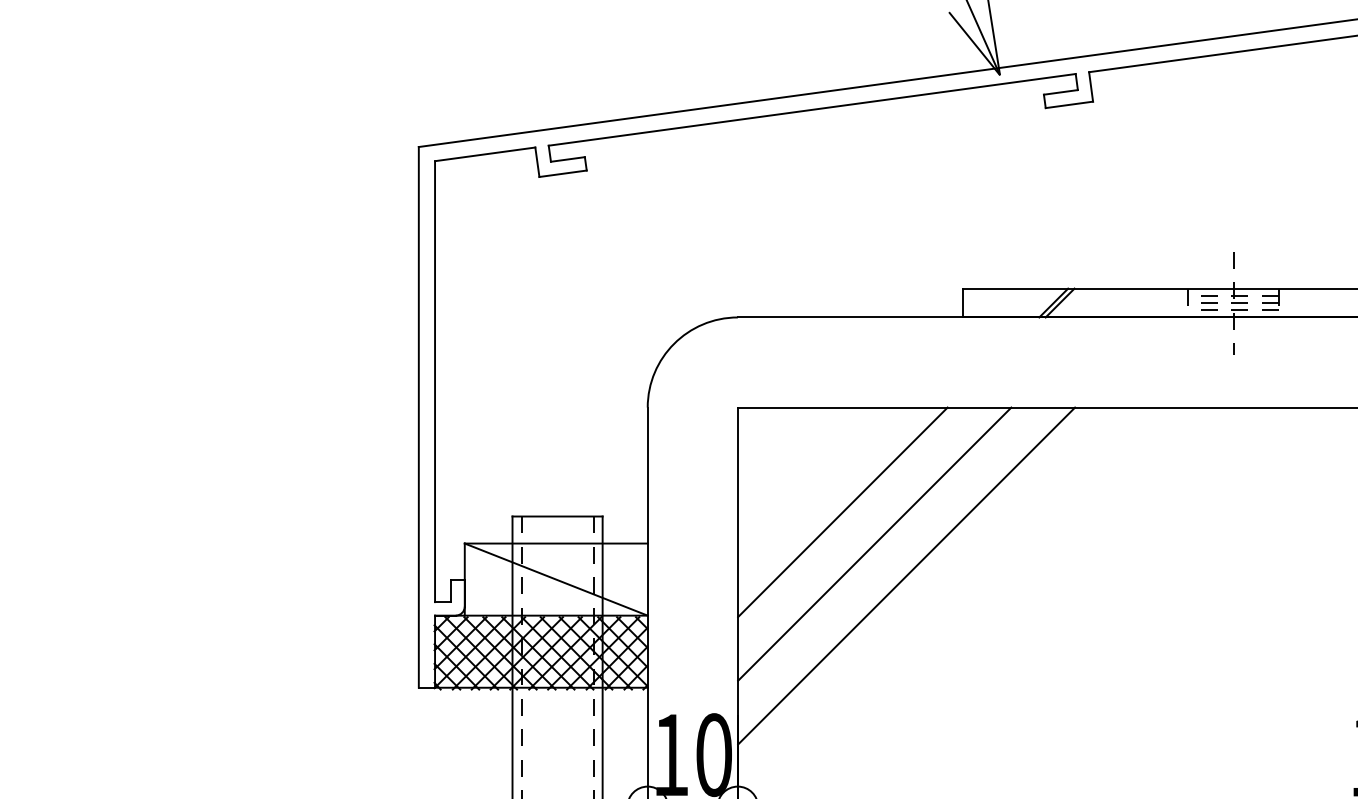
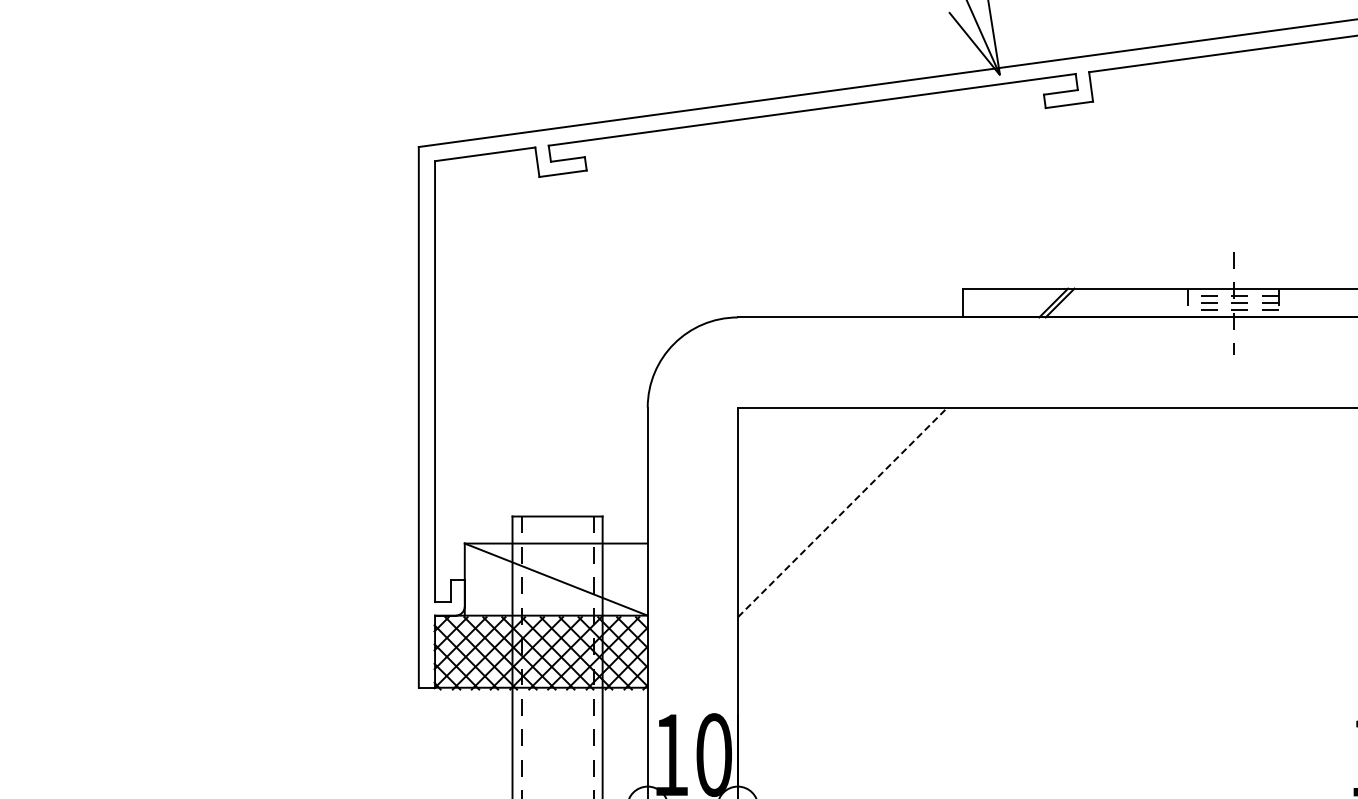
line at (843, 511): solid -> dashed
line at (874, 543): present -> none
line at (906, 575): present -> none
